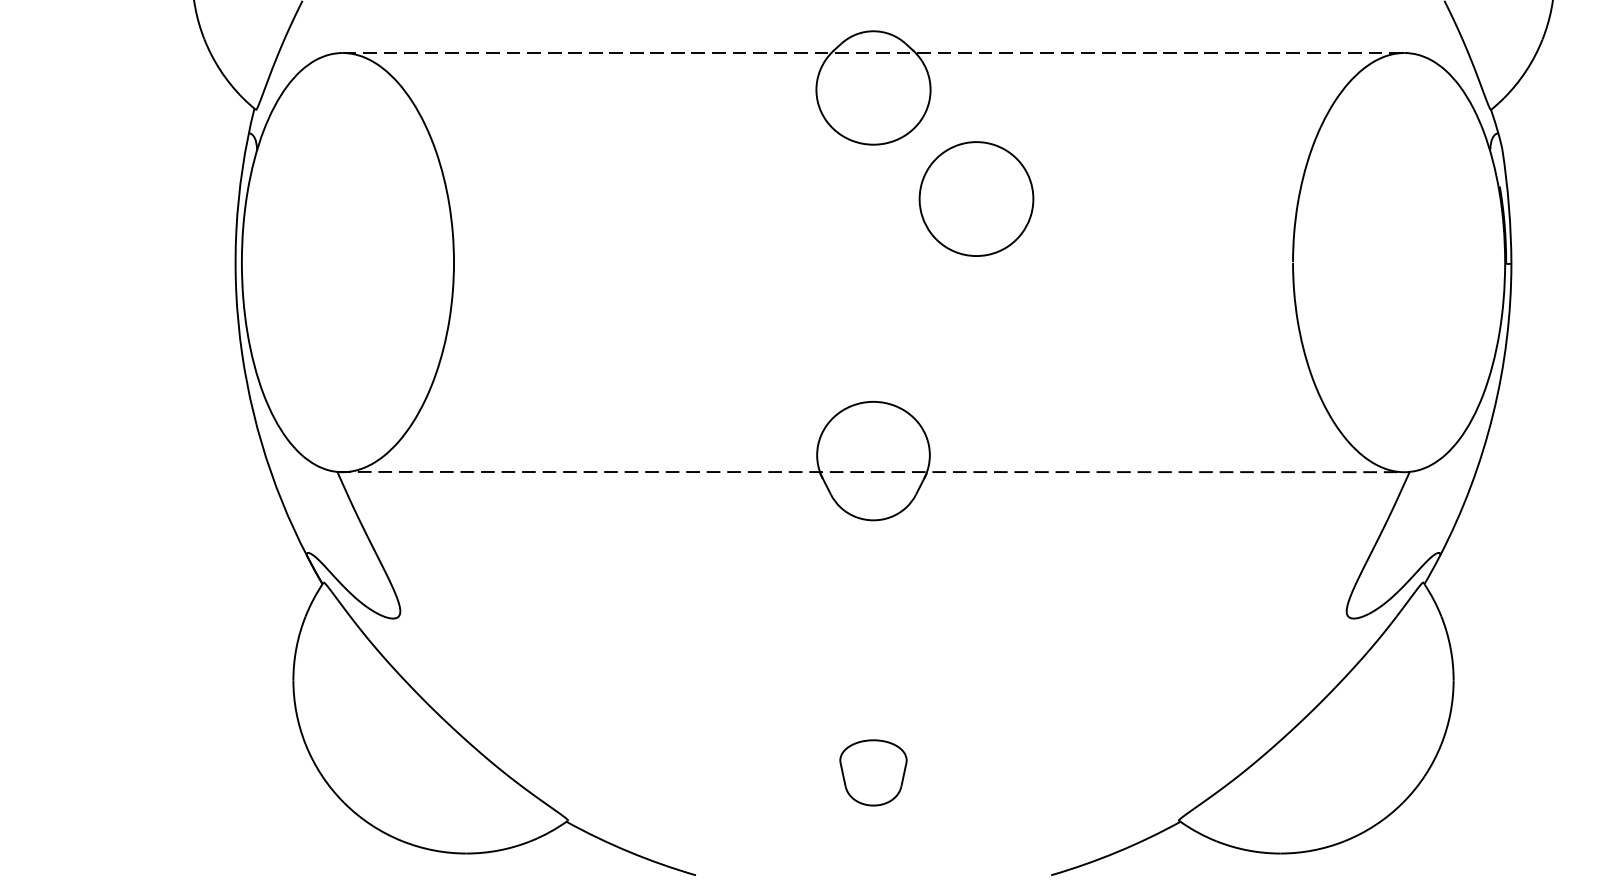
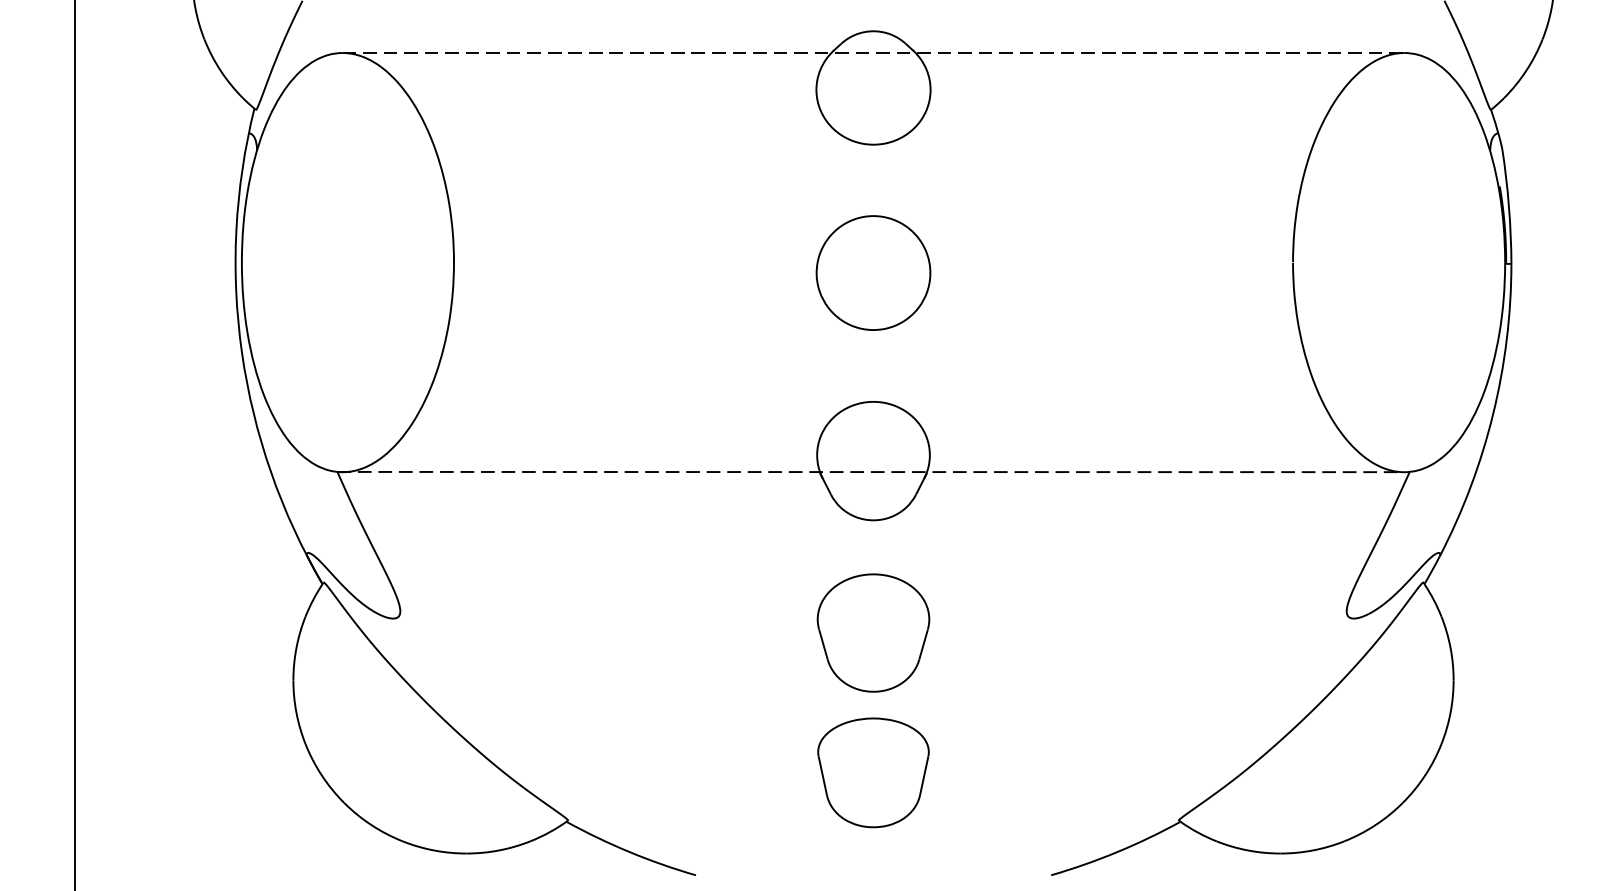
part at (976, 198) position: (976, 198) -> (873, 272)
line at (75, 444): none -> present
part at (873, 632): none -> present
part at (873, 772) size: 69x68 px -> 113x112 px
